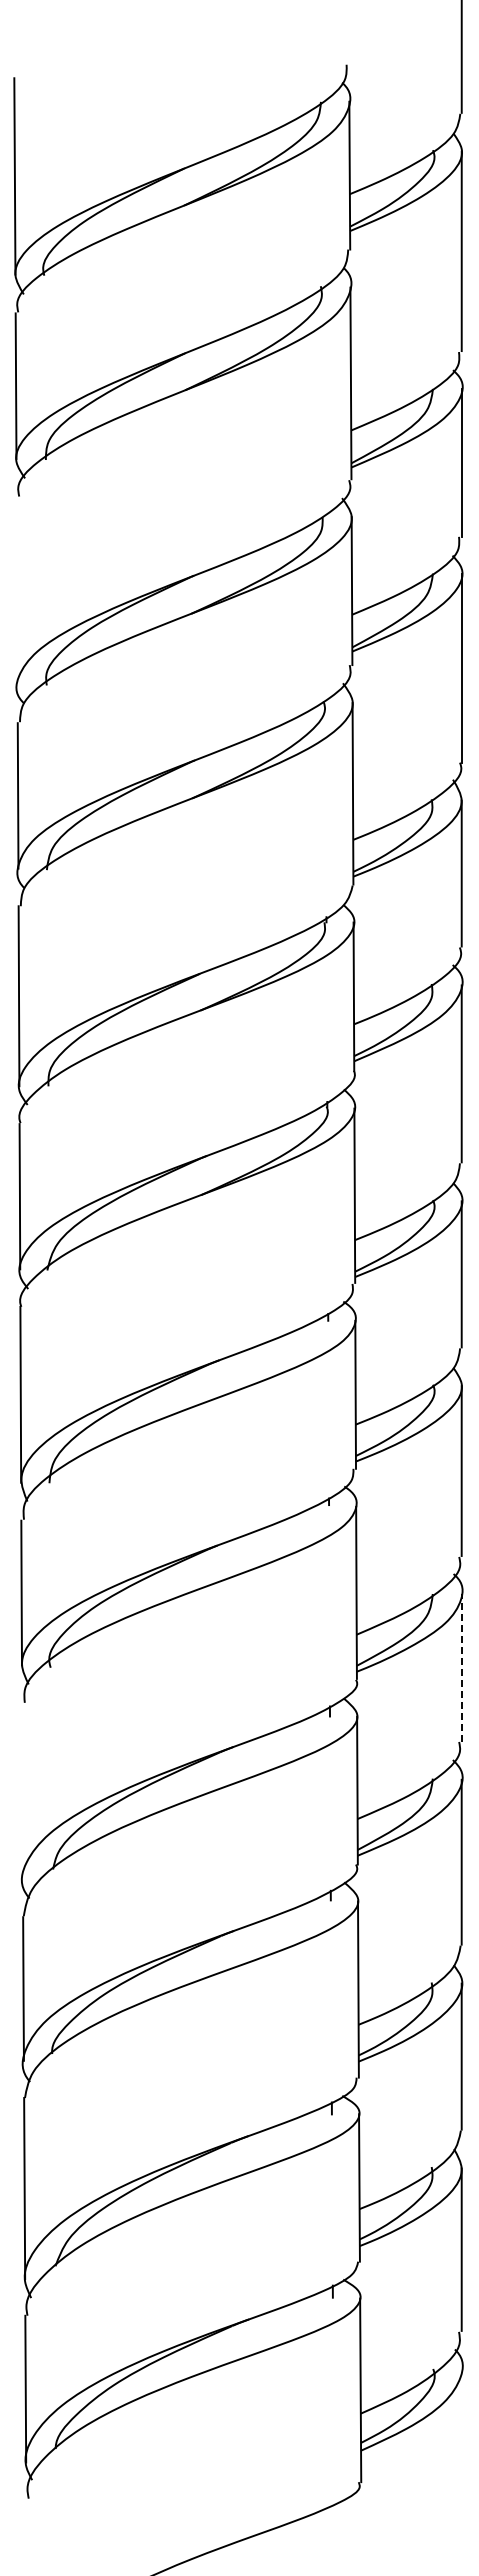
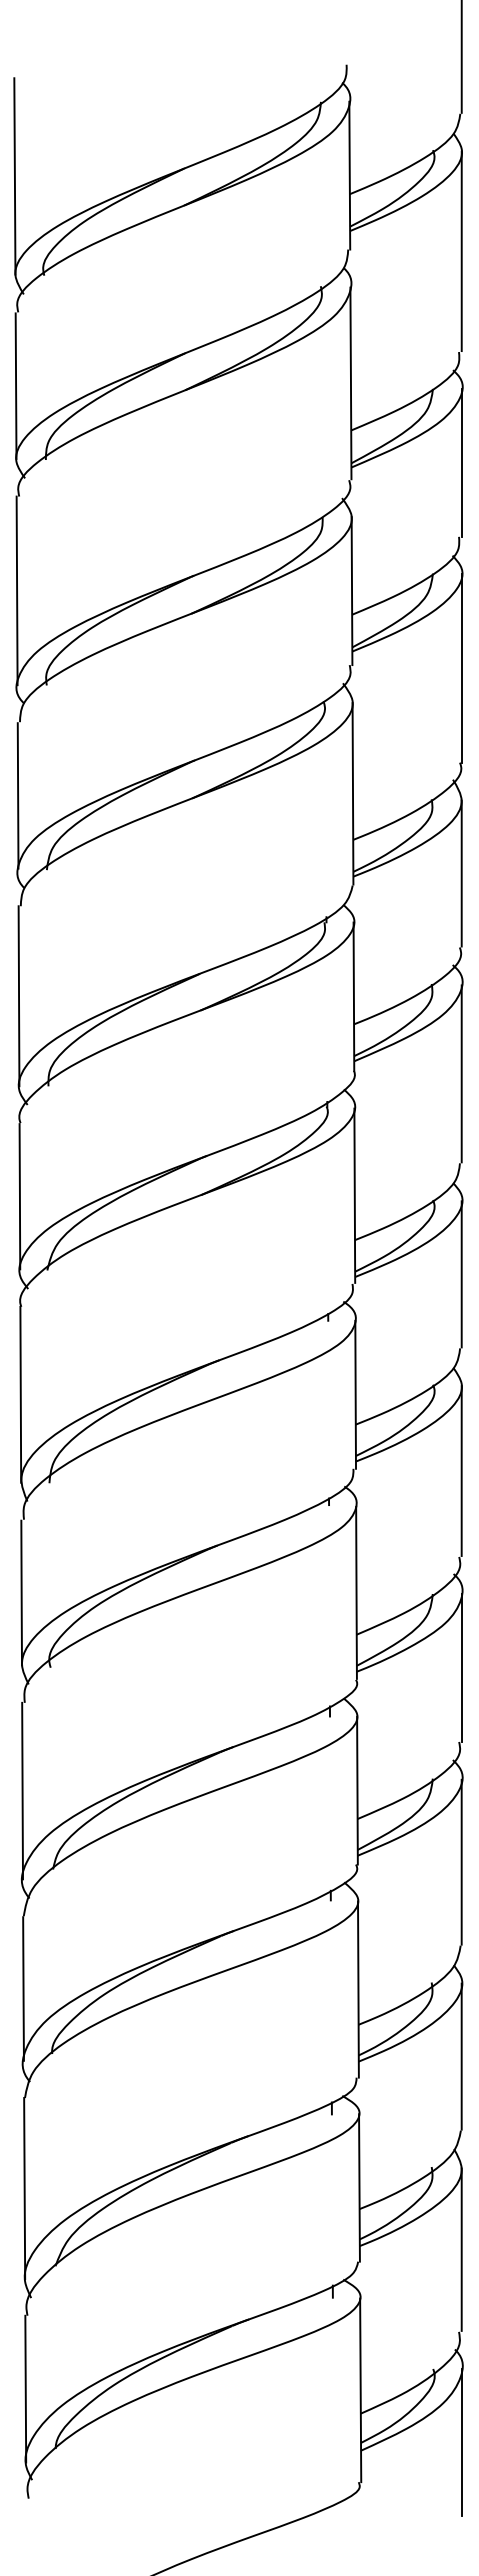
line at (16, 590): none -> present
line at (461, 1667): dashed -> solid
line at (22, 1790): none -> present
line at (461, 2442): none -> present
